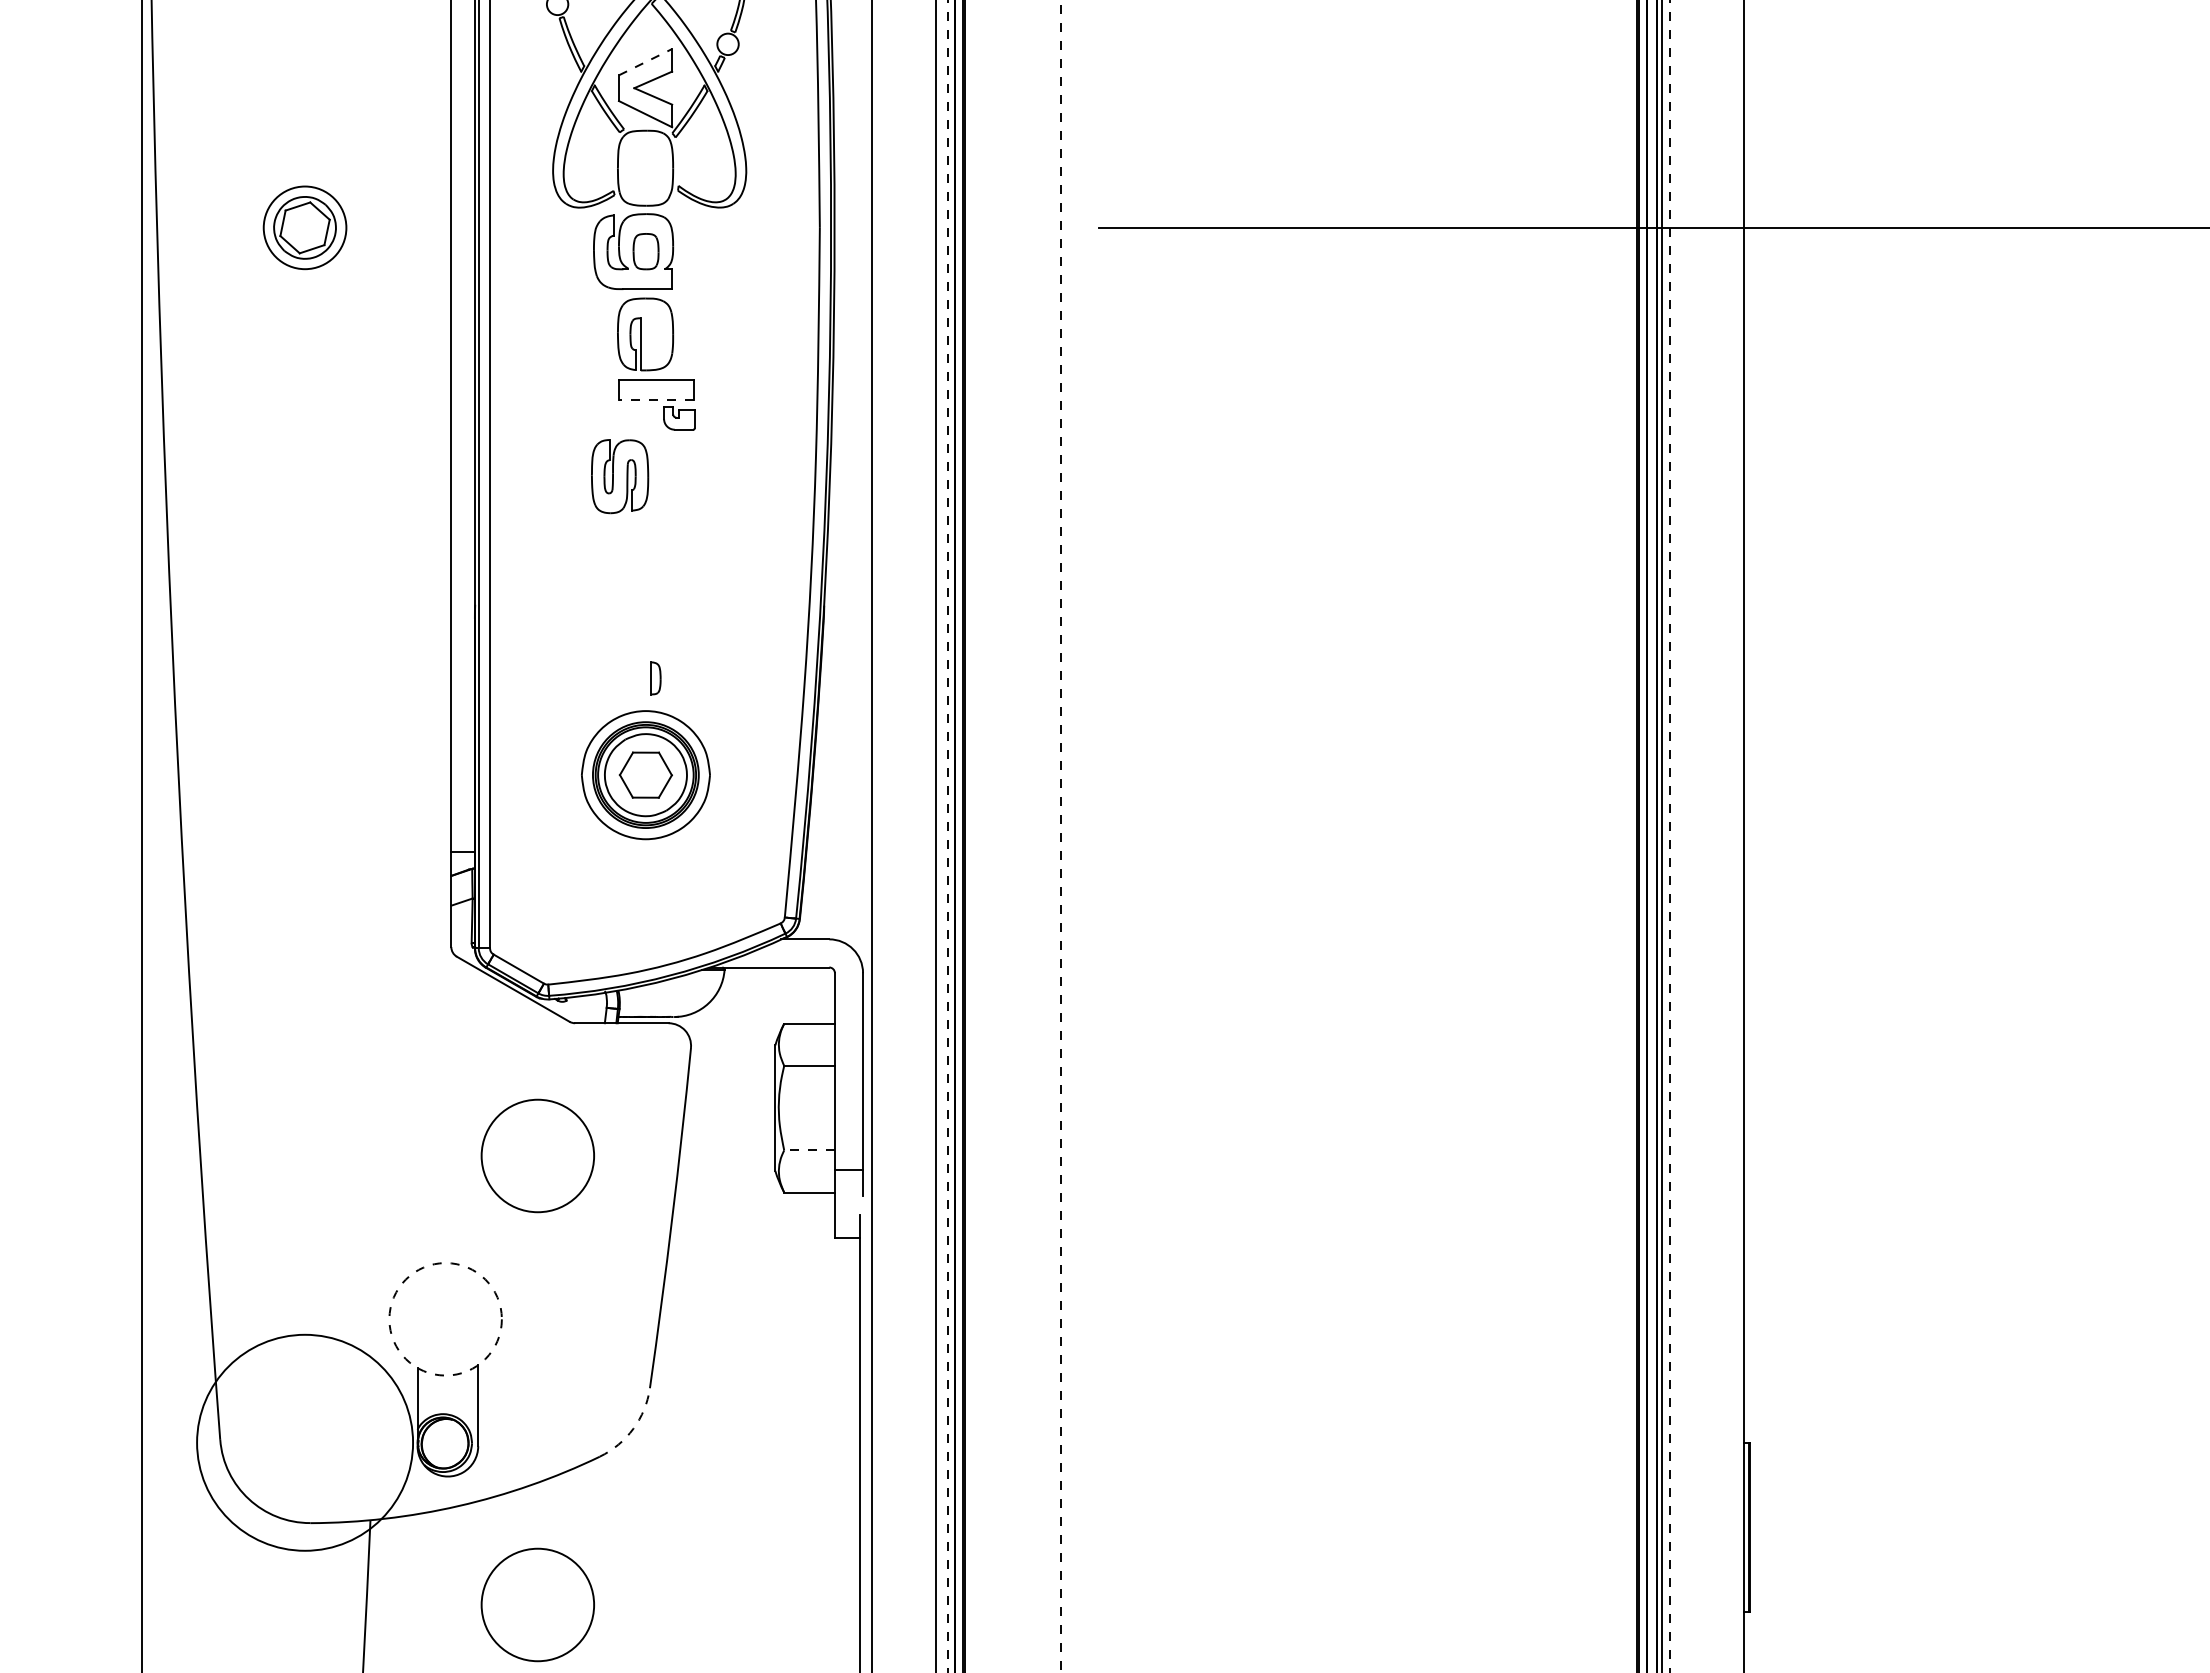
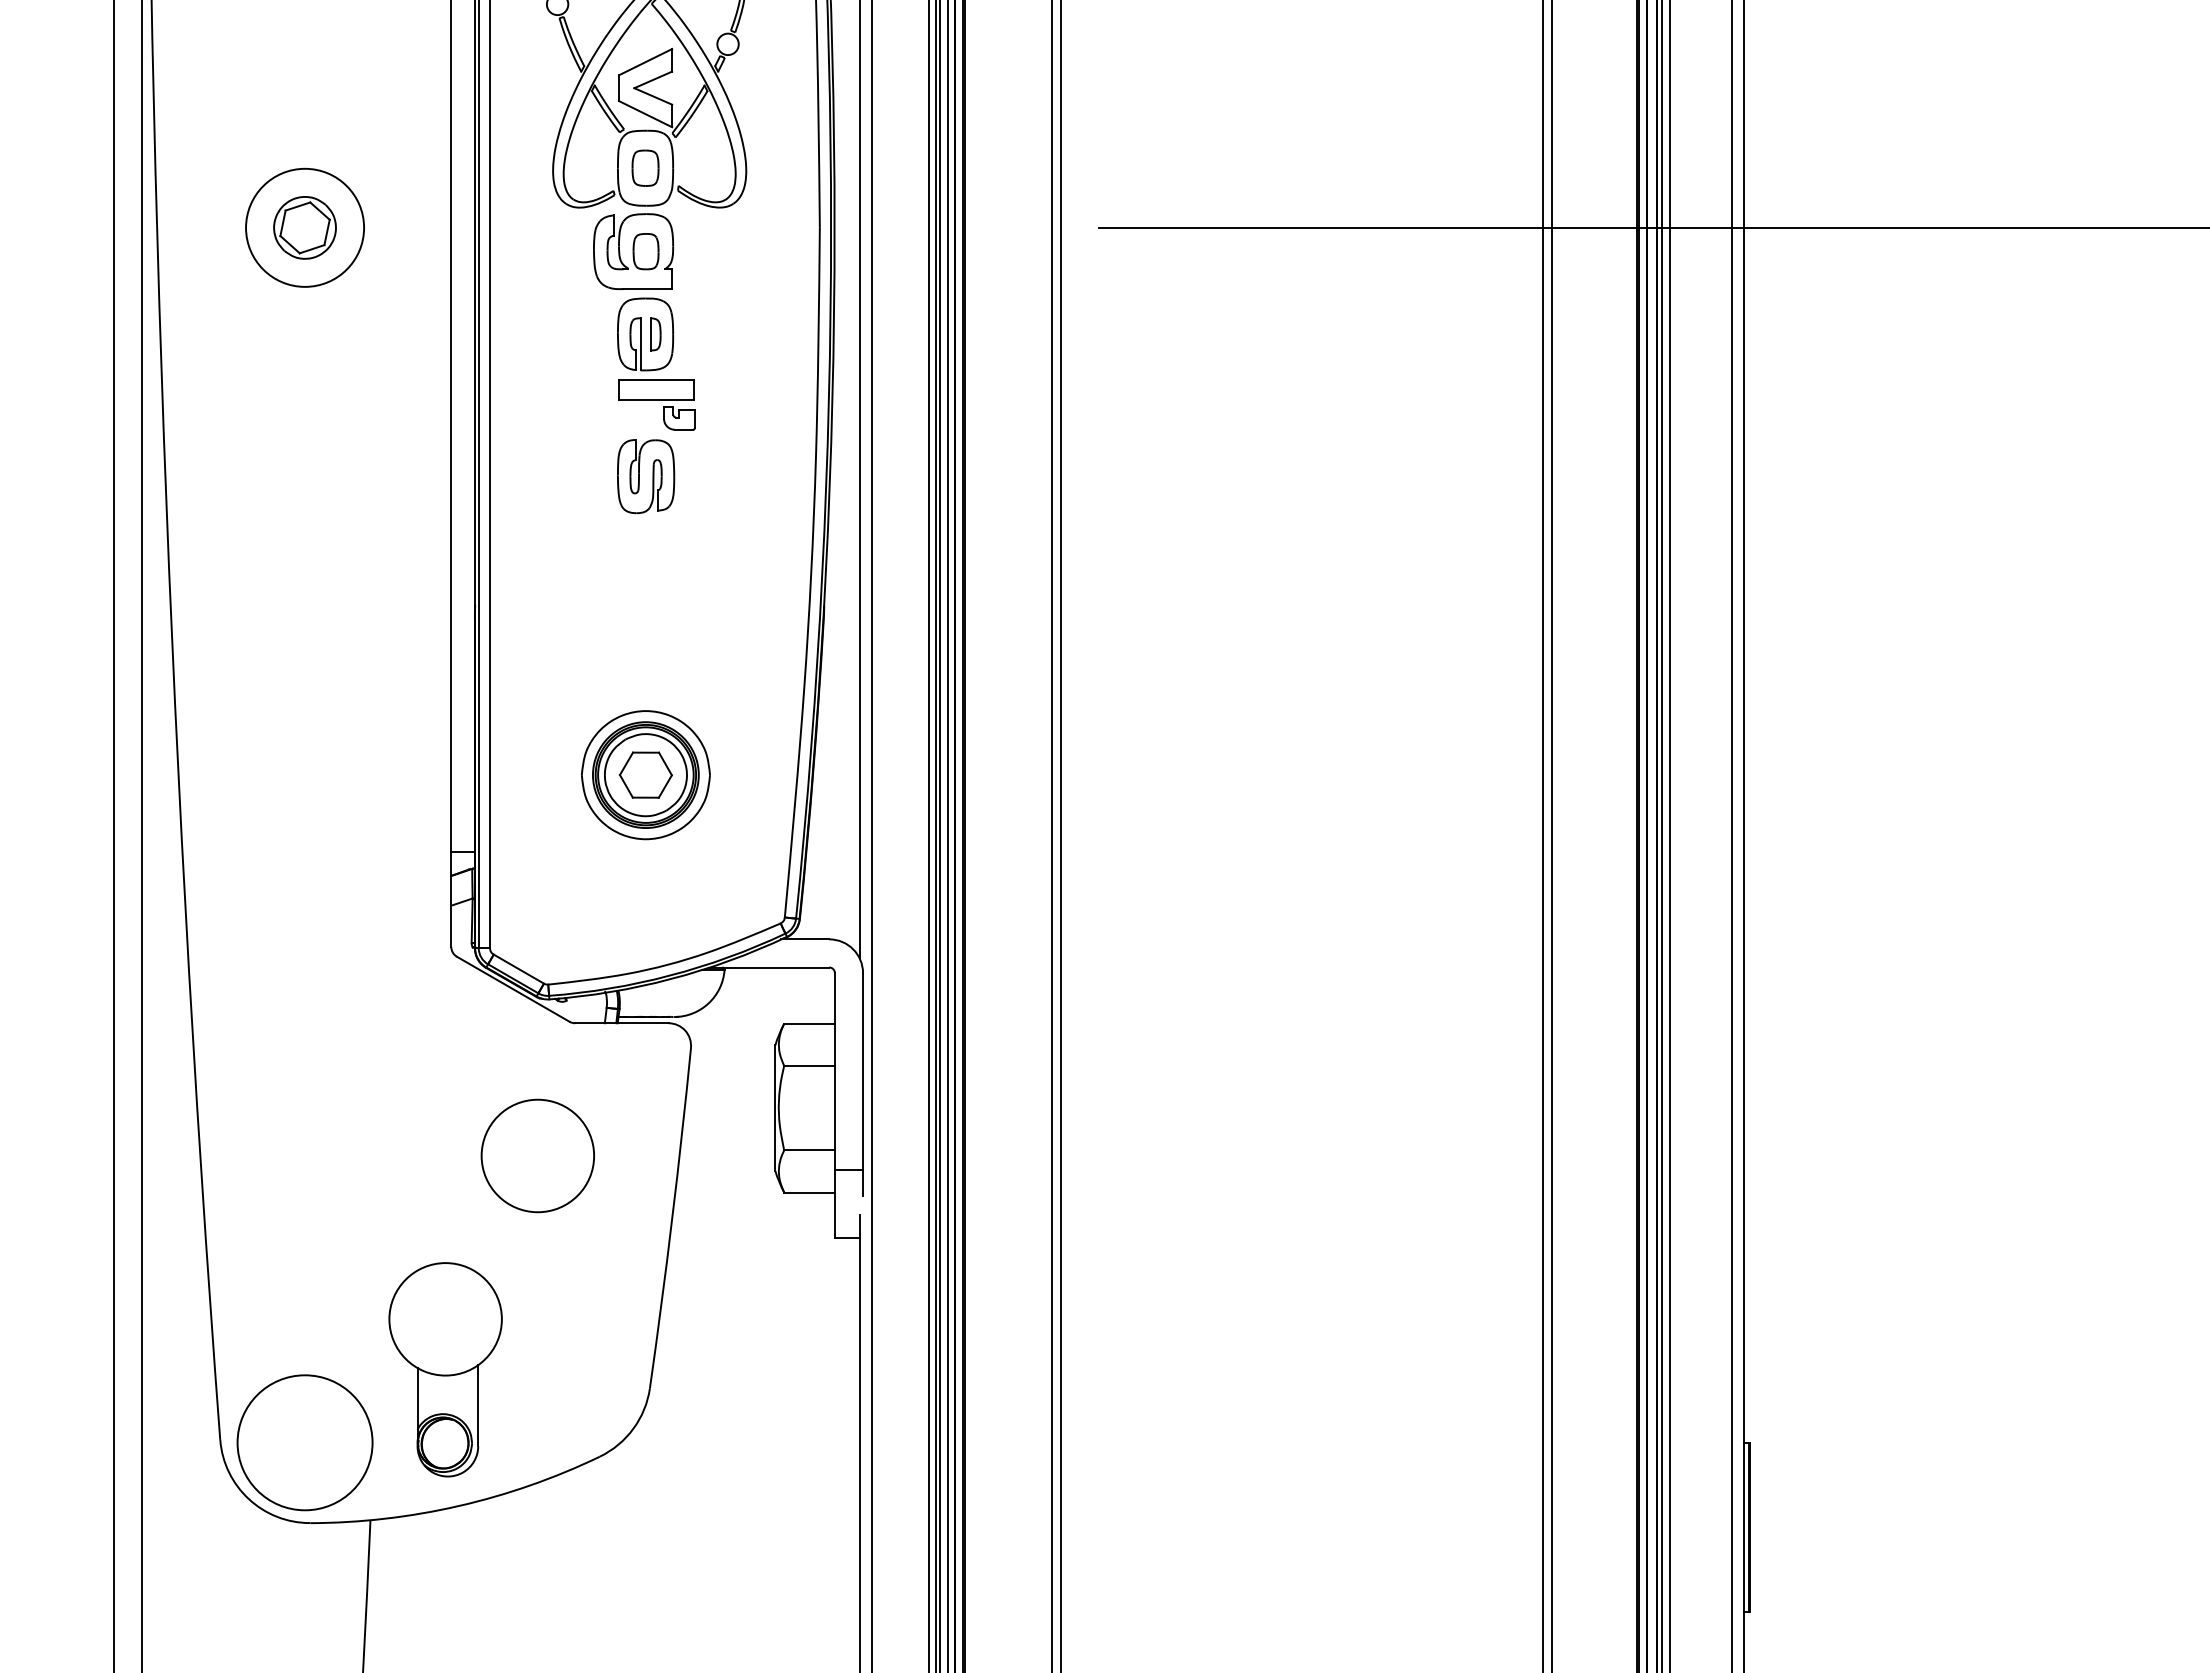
line at (645, 62): dashed -> solid
part at (645, 167): none -> present
circle at (304, 227) diameter: 83 px -> 118 px
line at (656, 399): dashed -> solid
part at (620, 476) position: (620, 476) -> (646, 476)
line at (859, 480): none -> present
part at (655, 678) position: (655, 678) -> (655, 334)
line at (113, 835): none -> present
line at (928, 835): none -> present
line at (940, 835): none -> present
line at (1051, 835): none -> present
line at (1542, 835): none -> present
line at (1551, 835): none -> present
line at (1731, 835): none -> present
line at (947, 836): dashed -> solid
line at (1060, 836): dashed -> solid
line at (1669, 836): dashed -> solid
line at (809, 1150): dashed -> solid
circle at (445, 1319): dashed -> solid
arc at (633, 1428): dashed -> solid
circle at (305, 1442) diameter: 216 px -> 135 px
circle at (537, 1604): present -> none
